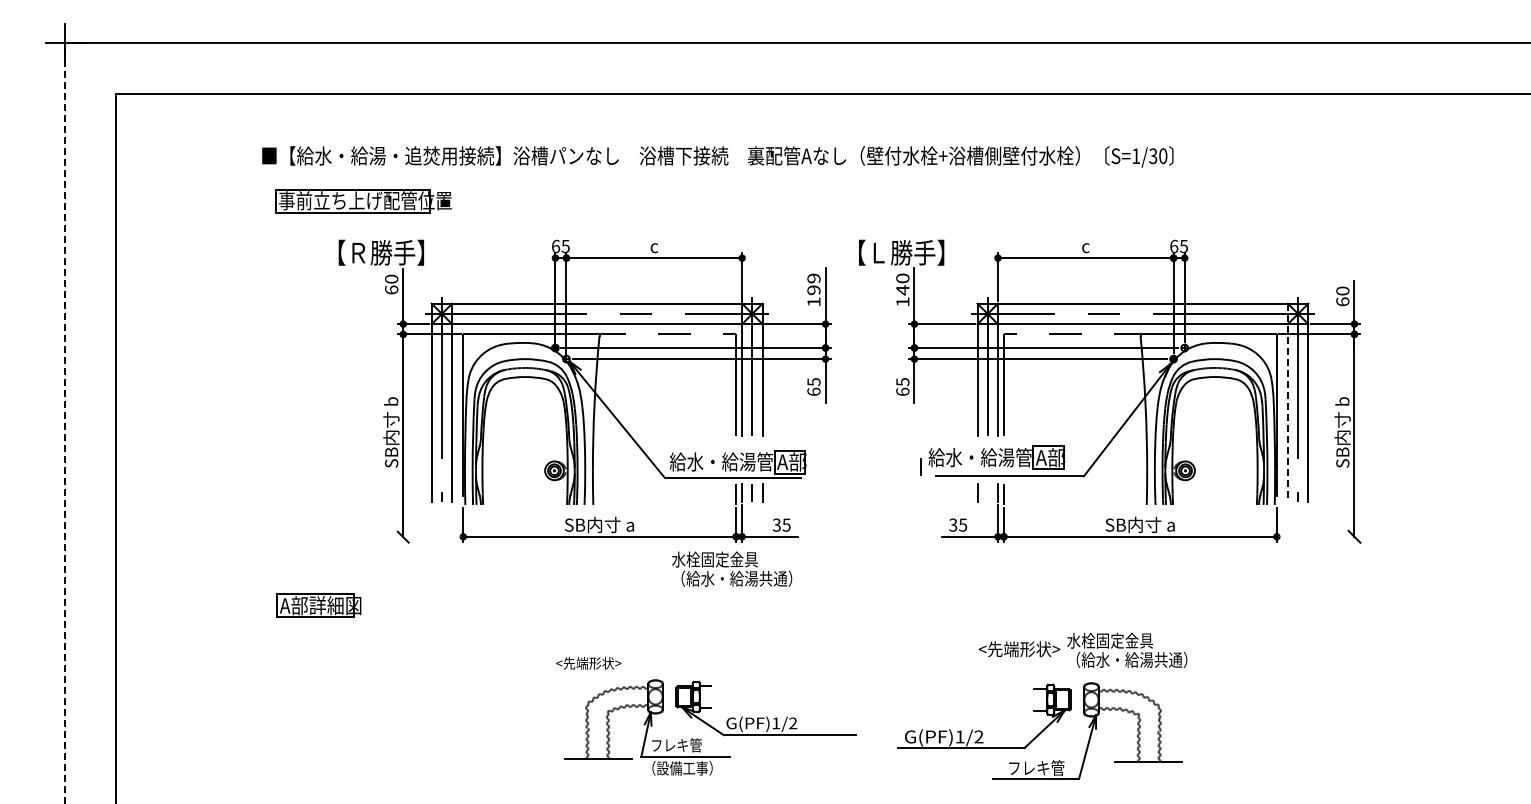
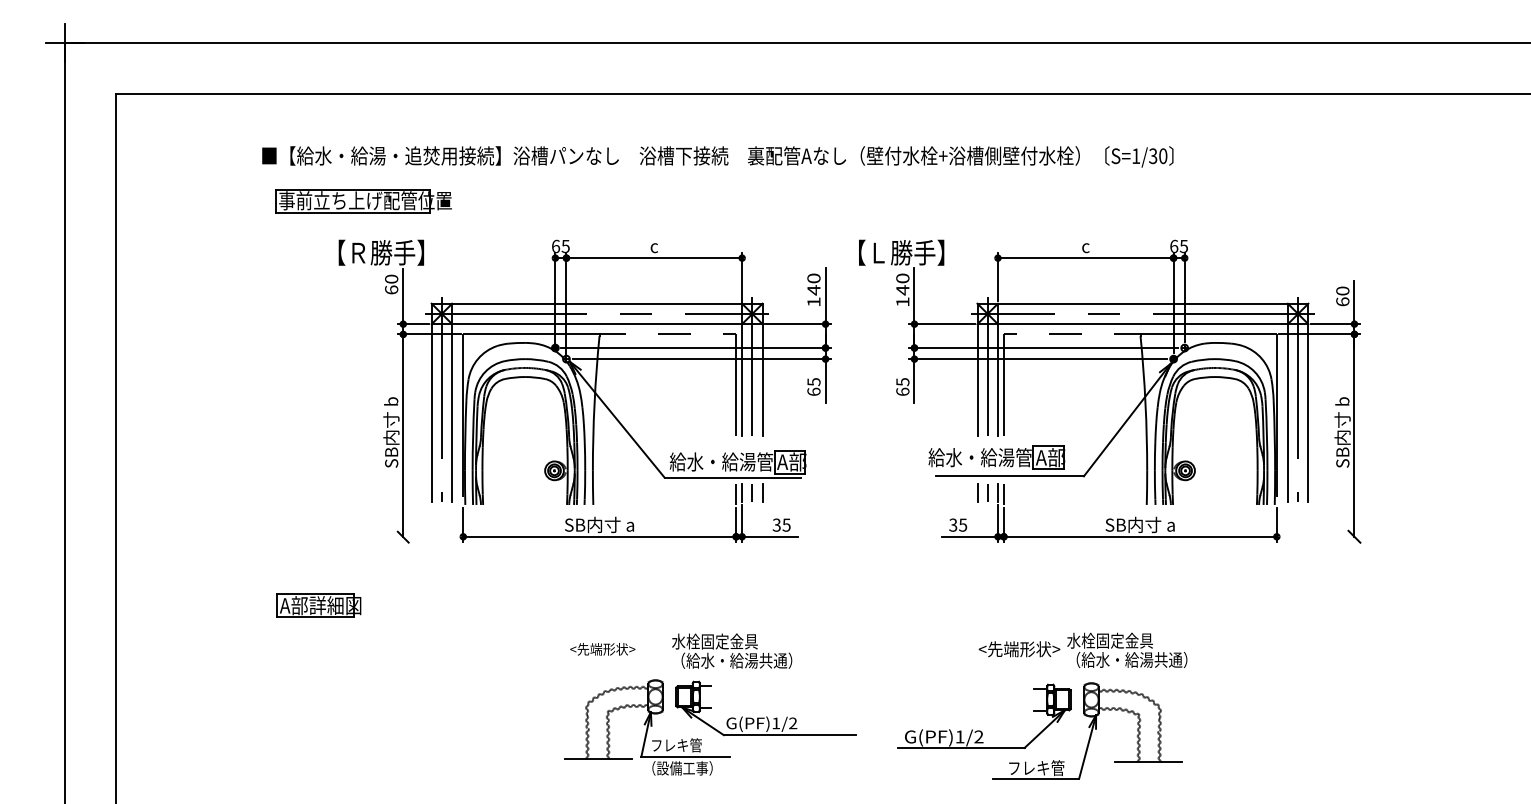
text at (813, 284): 199 -> 140
line at (1287, 403): dashed -> solid
line at (65, 423): dashed -> solid
line at (920, 466) position: (920, 466) -> (987, 492)
text at (732, 568) position: (732, 568) -> (732, 650)
text at (588, 663) position: (588, 663) -> (602, 649)
